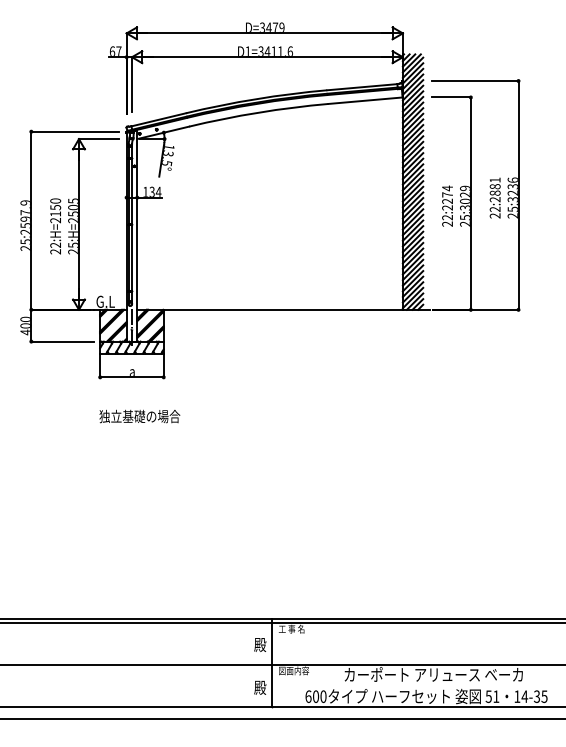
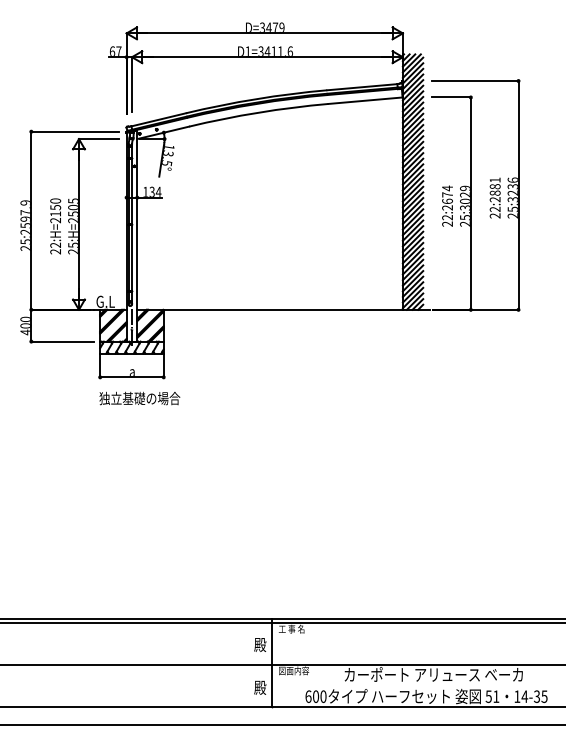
text at (447, 201): 22:2274 -> 22:2674
text at (139, 416) position: (139, 416) -> (139, 398)
line at (282, 718) position: (282, 718) -> (282, 724)
